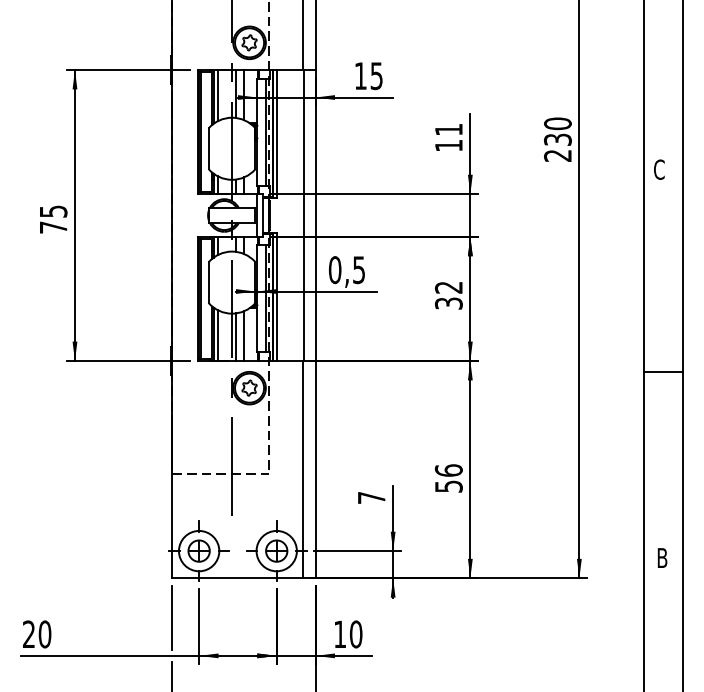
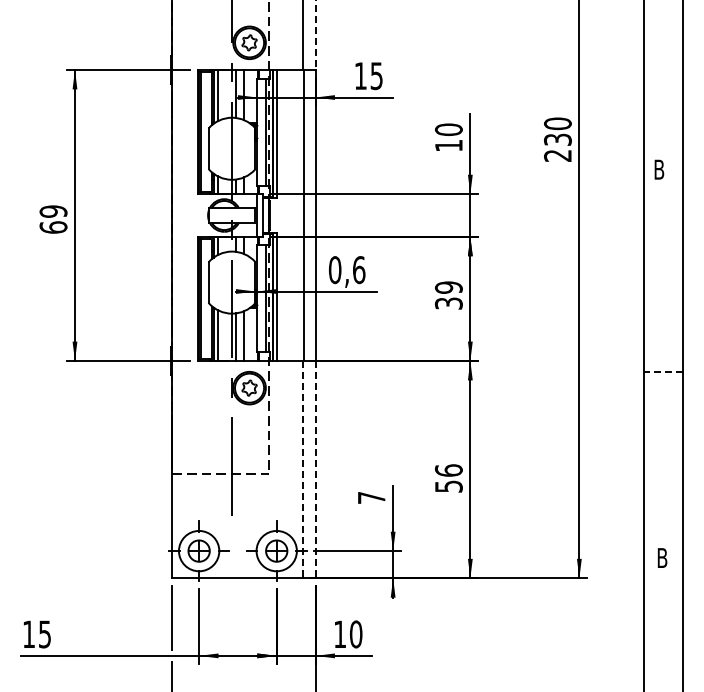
line at (315, 35): solid -> dashed
text at (448, 129): 11 -> 10
text at (659, 169): C -> B
text at (53, 219): 75 -> 69
text at (359, 270): 0,5 -> 0,6
text at (448, 287): 32 -> 39
line at (662, 371): solid -> dashed
line at (302, 469): solid -> dashed
line at (315, 469): solid -> dashed
text at (37, 634): 20 -> 15
